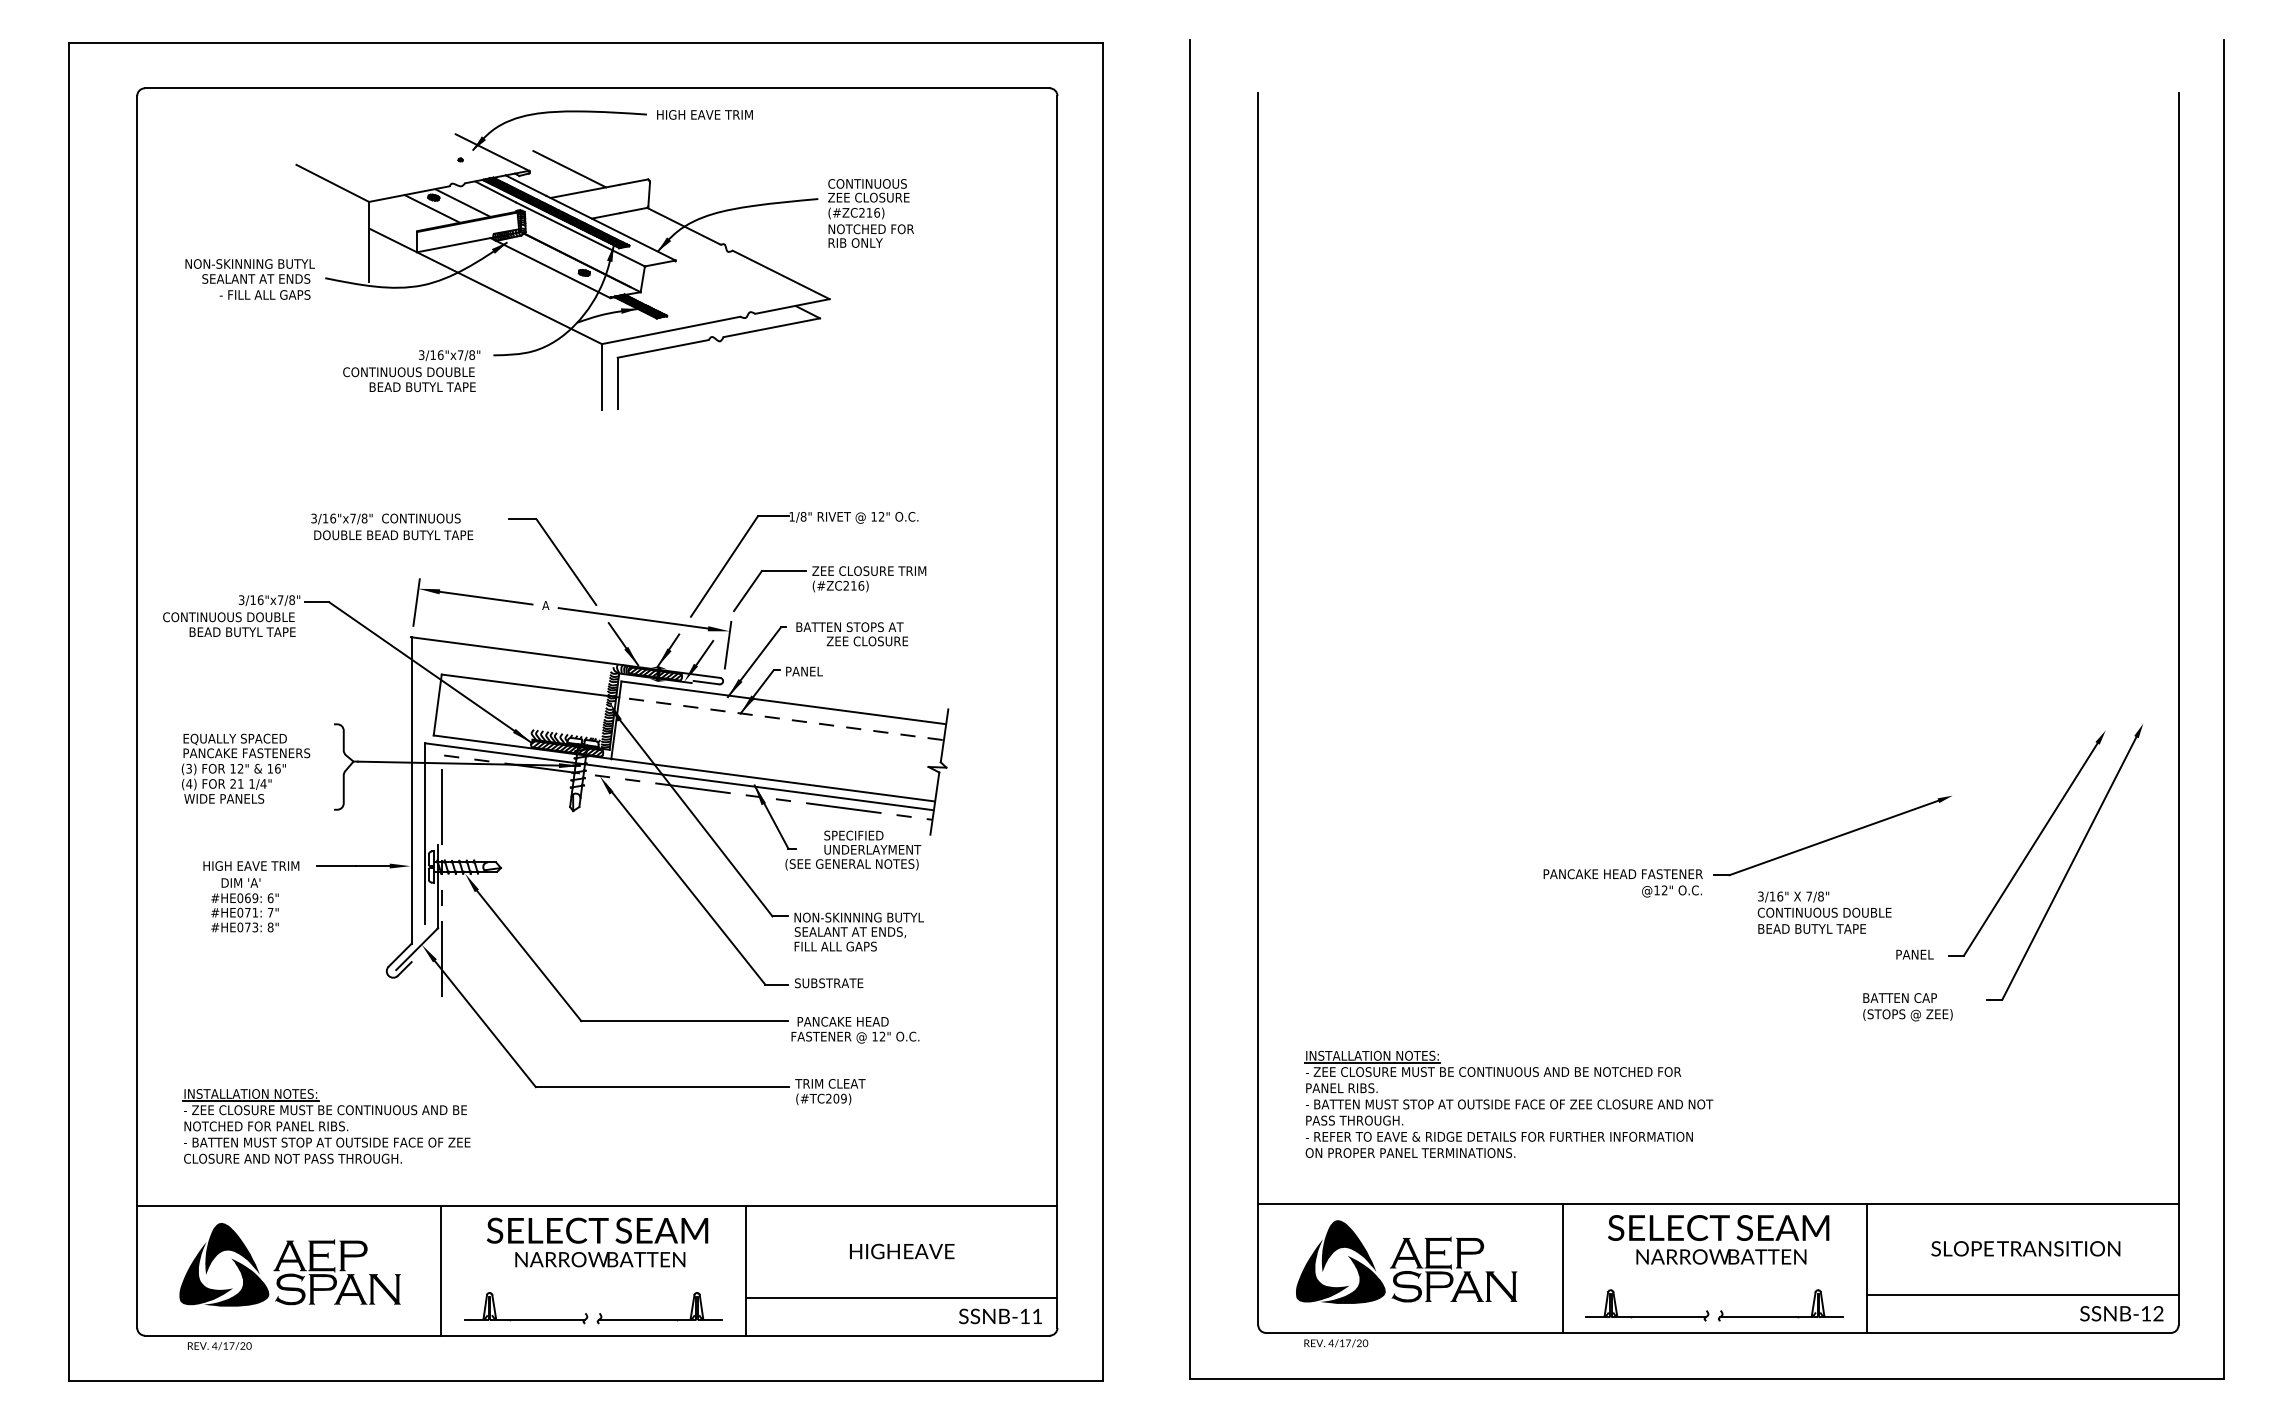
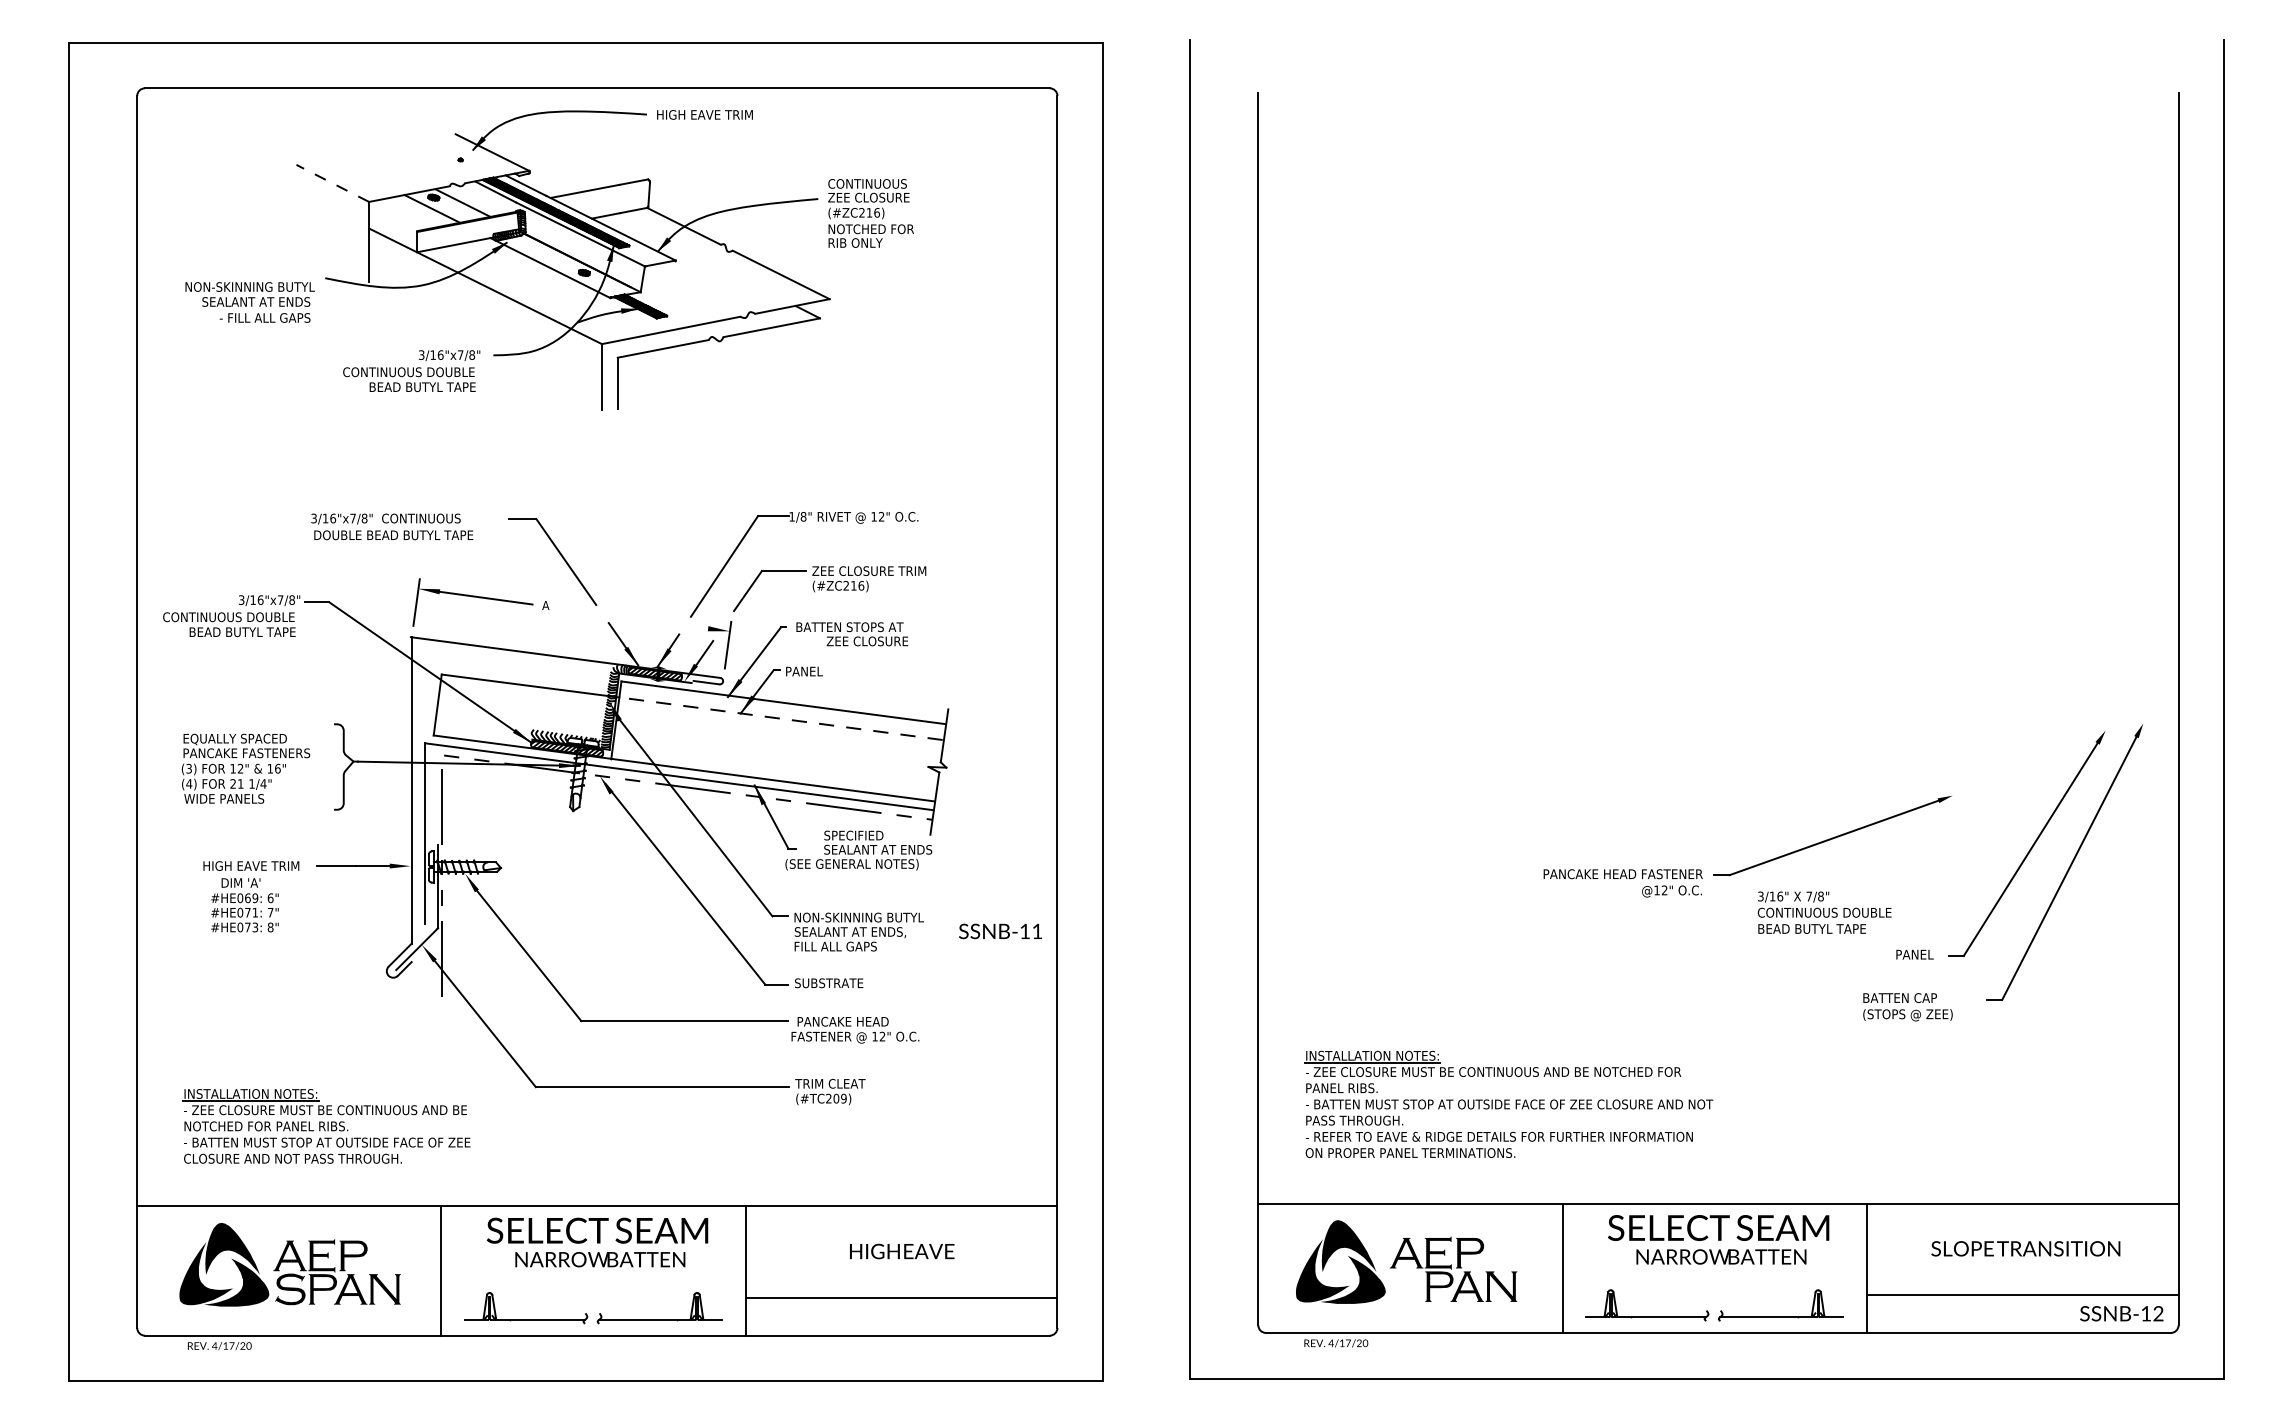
line at (569, 169): present -> none
line at (332, 183): solid -> dashed
text at (249, 279) position: (249, 279) -> (249, 302)
line at (635, 618): present -> none
text at (878, 849): UNDERLAYMENT -> SEALANT AT ENDS
fill at (1406, 1286): present -> none
text at (1000, 1316) position: (1000, 1316) -> (1000, 931)
